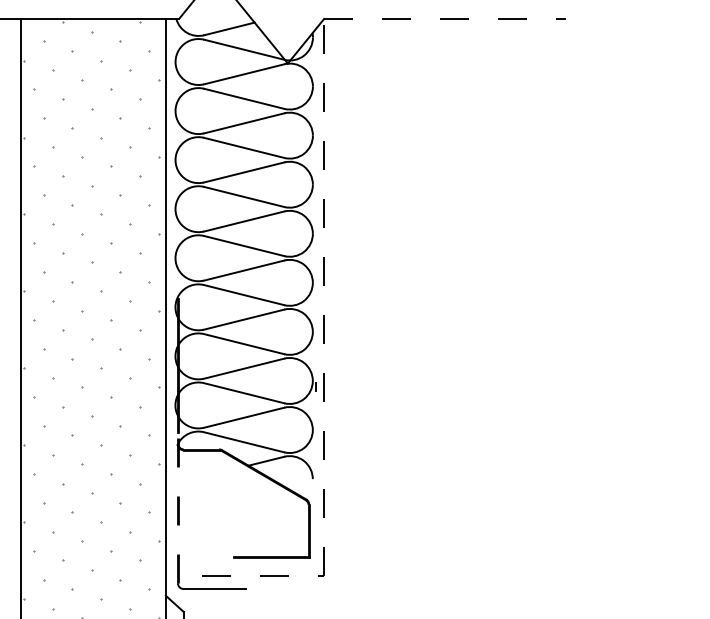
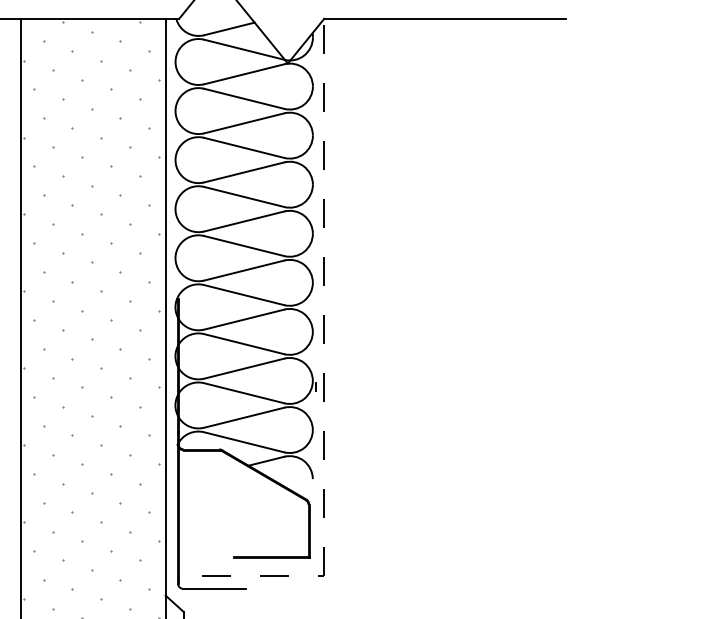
line at (444, 18): dashed -> solid
line at (177, 507): dashed -> solid
